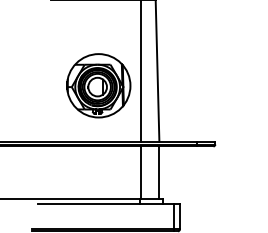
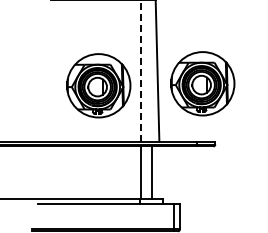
line at (140, 71): solid -> dashed
part at (202, 83): none -> present
line at (159, 172) position: (159, 172) -> (152, 172)
